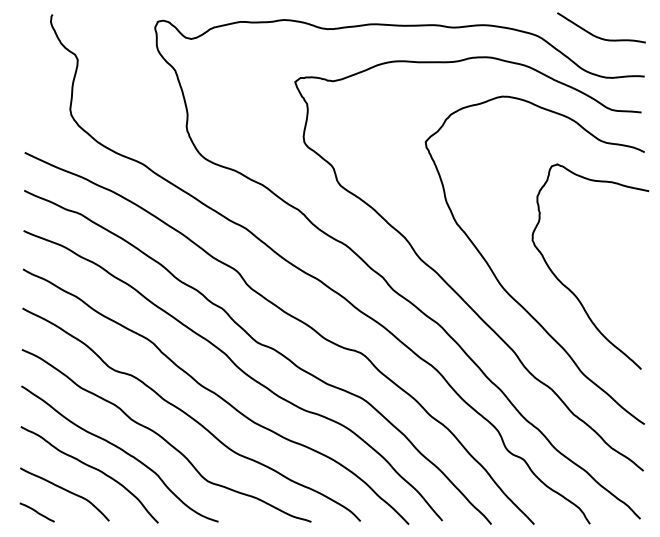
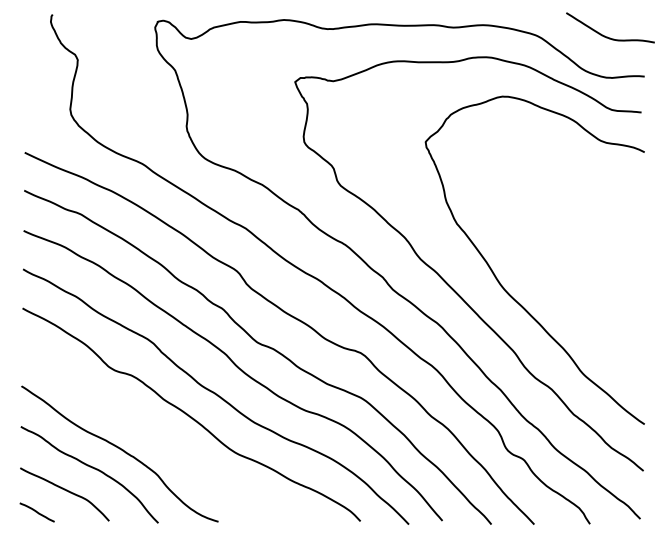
curve at (596, 35) position: (596, 35) -> (605, 35)
curve at (568, 287): present -> none
curve at (163, 437): present -> none
